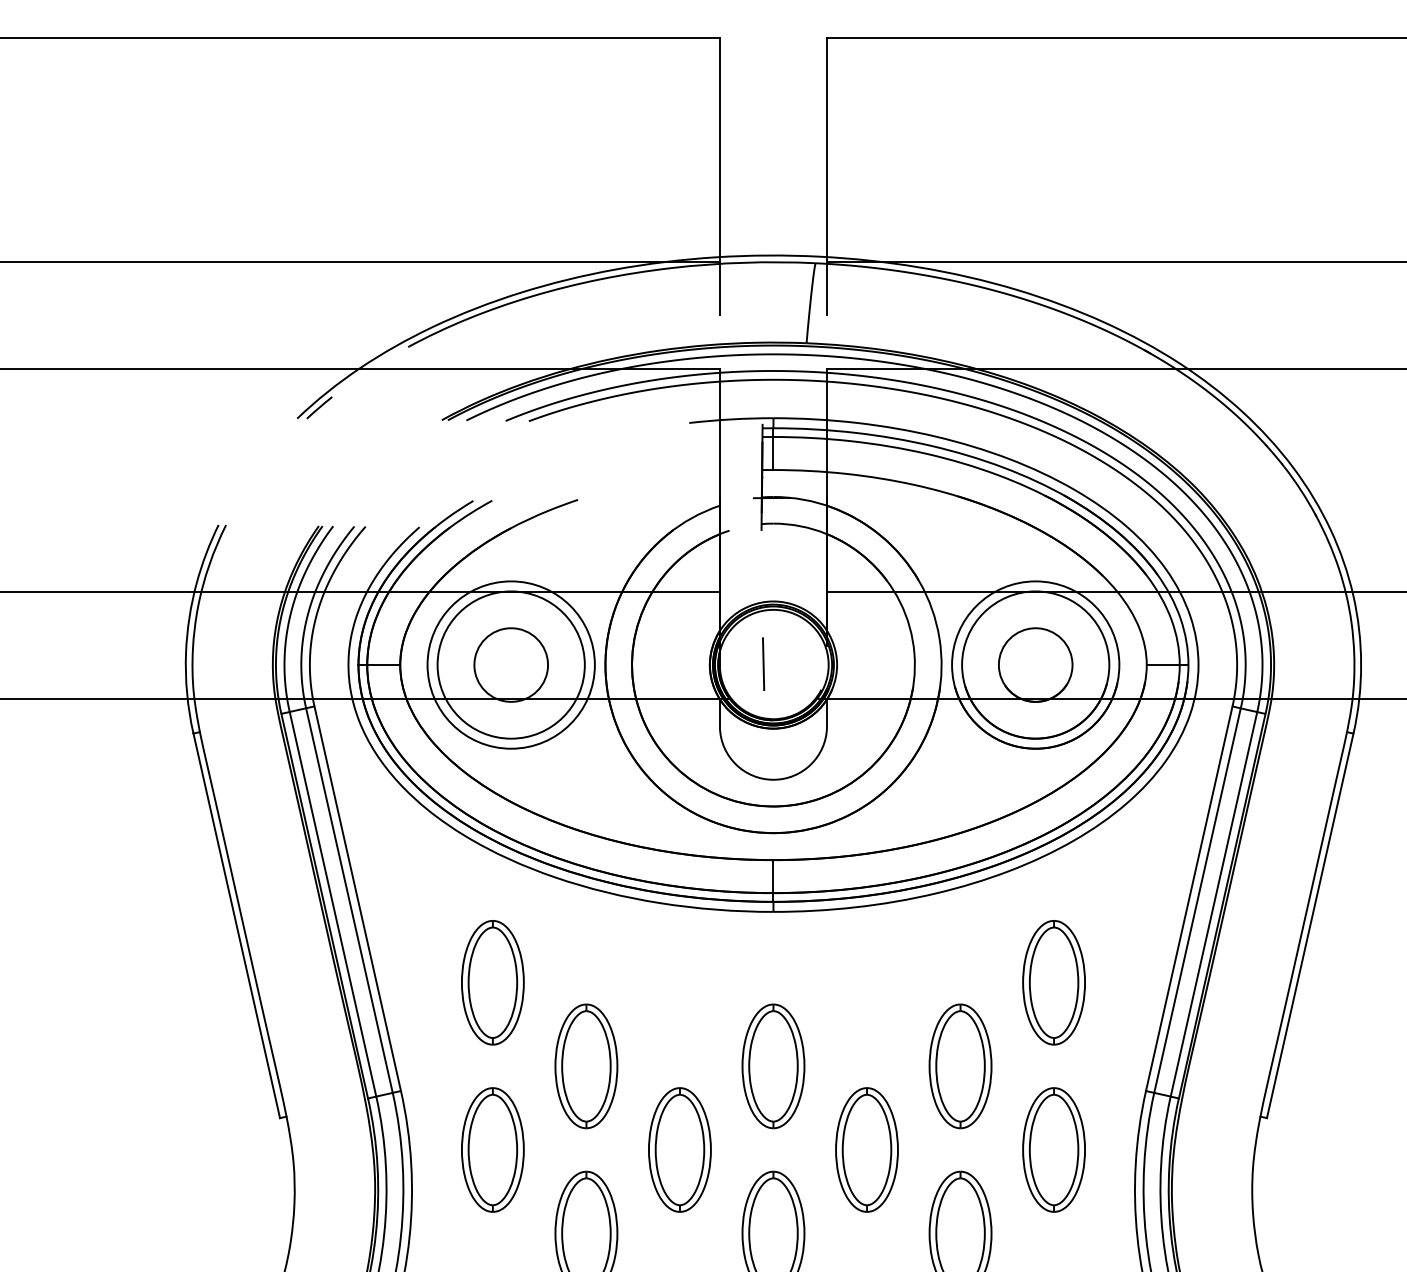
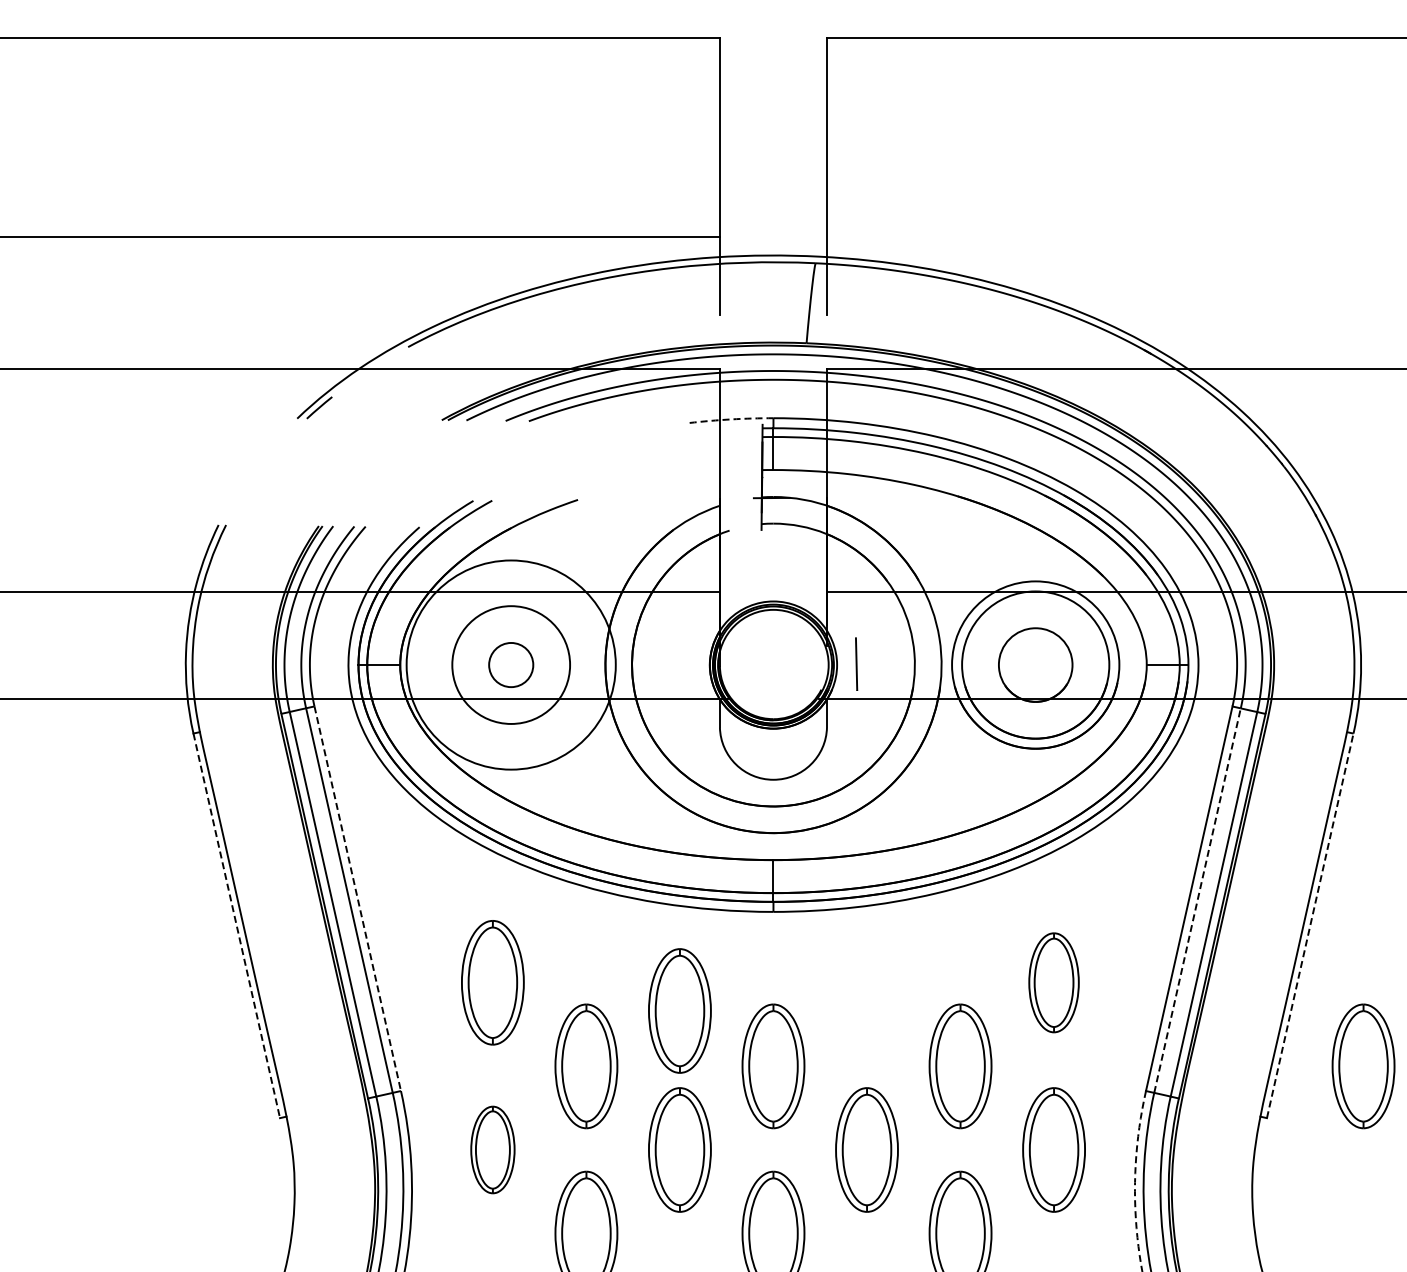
line at (360, 261) position: (360, 261) -> (360, 236)
line at (1115, 261): present -> none
arc at (731, 419): solid -> dashed
line at (763, 663) position: (763, 663) -> (856, 663)
circle at (510, 664) diameter: 147 px -> 118 px
circle at (510, 664) diameter: 167 px -> 209 px
circle at (511, 664) diameter: 74 px -> 44 px
line at (357, 899): solid -> dashed
line at (1197, 900): solid -> dashed
line at (1310, 925): solid -> dashed
line at (236, 926): solid -> dashed
part at (1053, 982) size: 64x126 px -> 52x102 px
part at (679, 1010): none -> present
part at (1363, 1066): none -> present
part at (492, 1149) size: 64x126 px -> 46x90 px
arc at (1135, 1181): solid -> dashed
